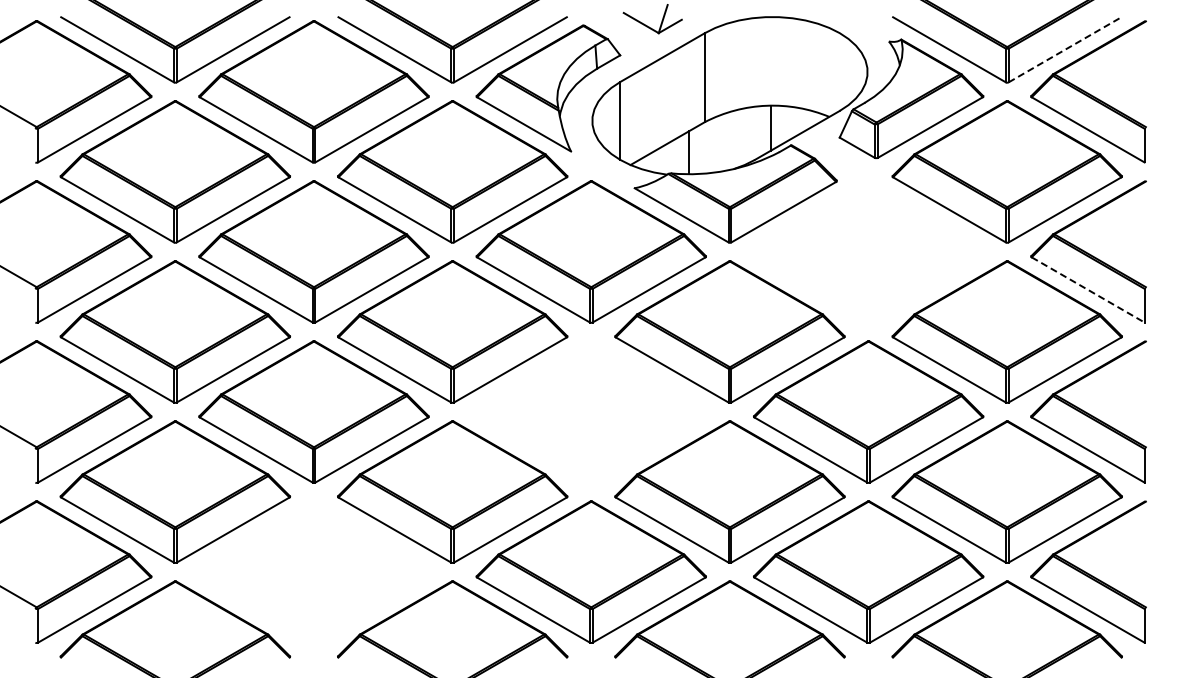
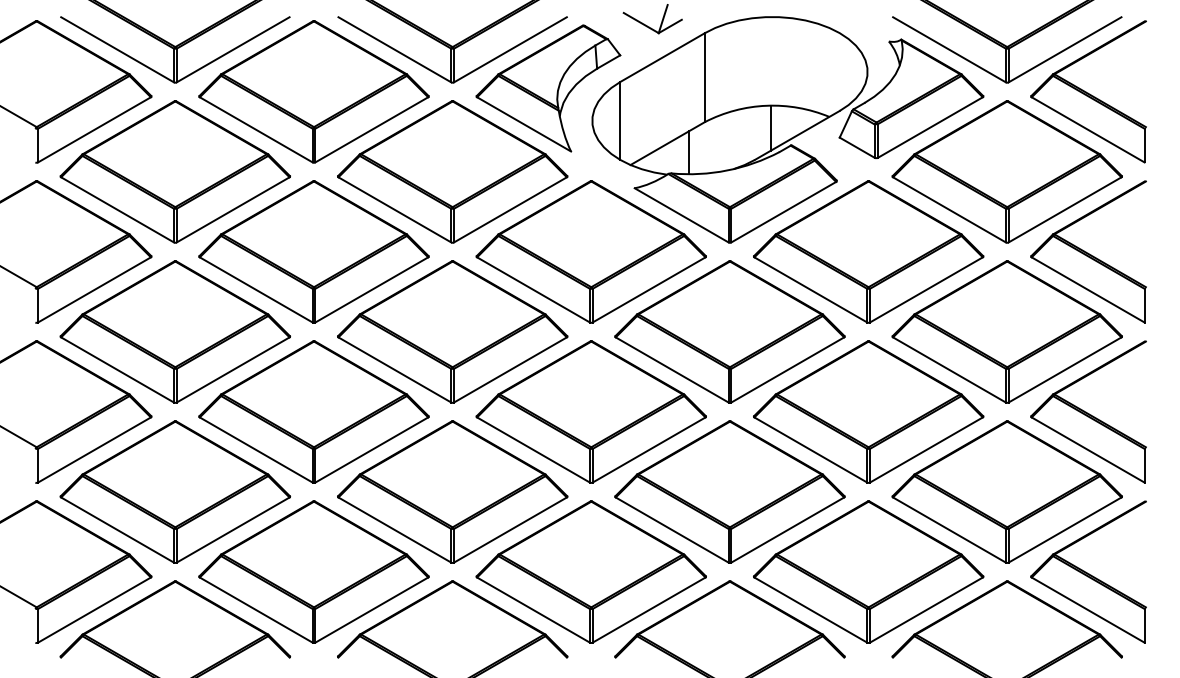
line at (1065, 49): dashed -> solid
part at (868, 251): none -> present
line at (1088, 290): dashed -> solid
part at (590, 411): none -> present
part at (313, 571): none -> present
